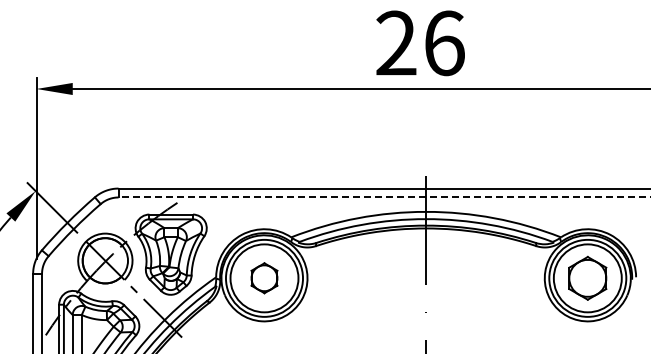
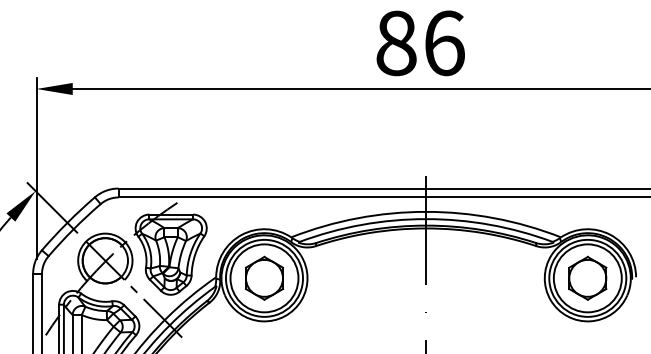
text at (396, 43): 26 -> 86
line at (384, 197): dashed -> solid
part at (264, 278) size: 29x33 px -> 39x46 px
